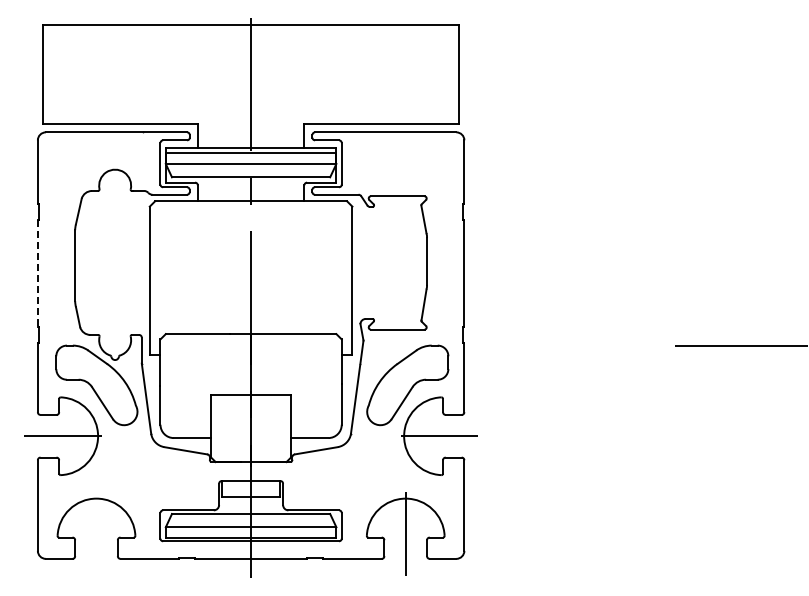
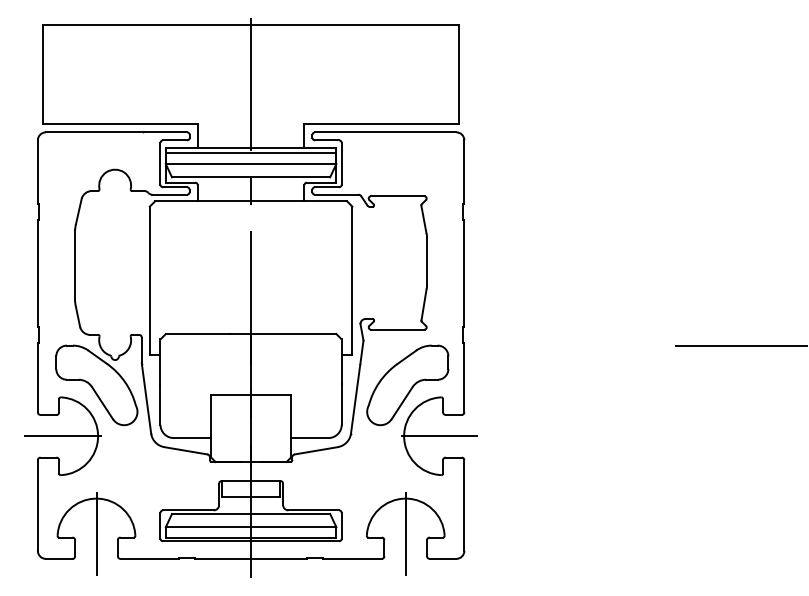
line at (37, 274): dashed -> solid
line at (96, 533): none -> present
